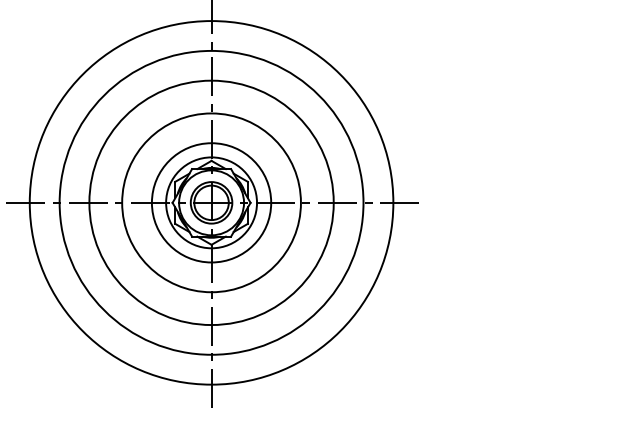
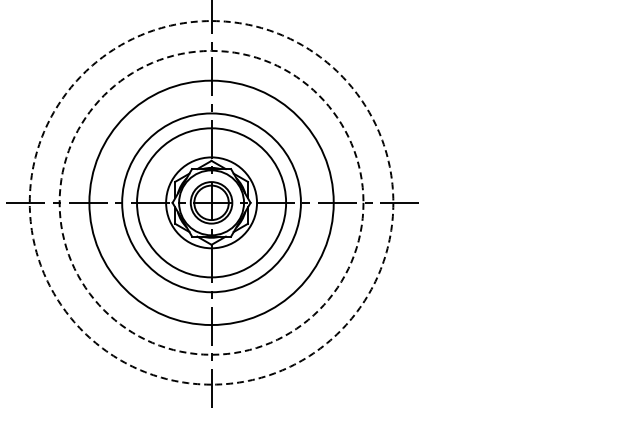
circle at (211, 202) diameter: 119 px -> 149 px
circle at (211, 202): solid -> dashed
circle at (211, 202): solid -> dashed
